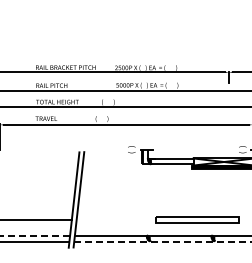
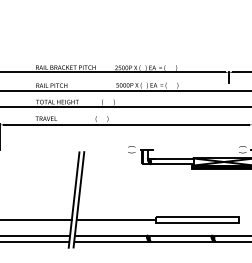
line at (115, 219): none -> present
line at (35, 235): dashed -> solid
line at (163, 241): dashed -> solid
